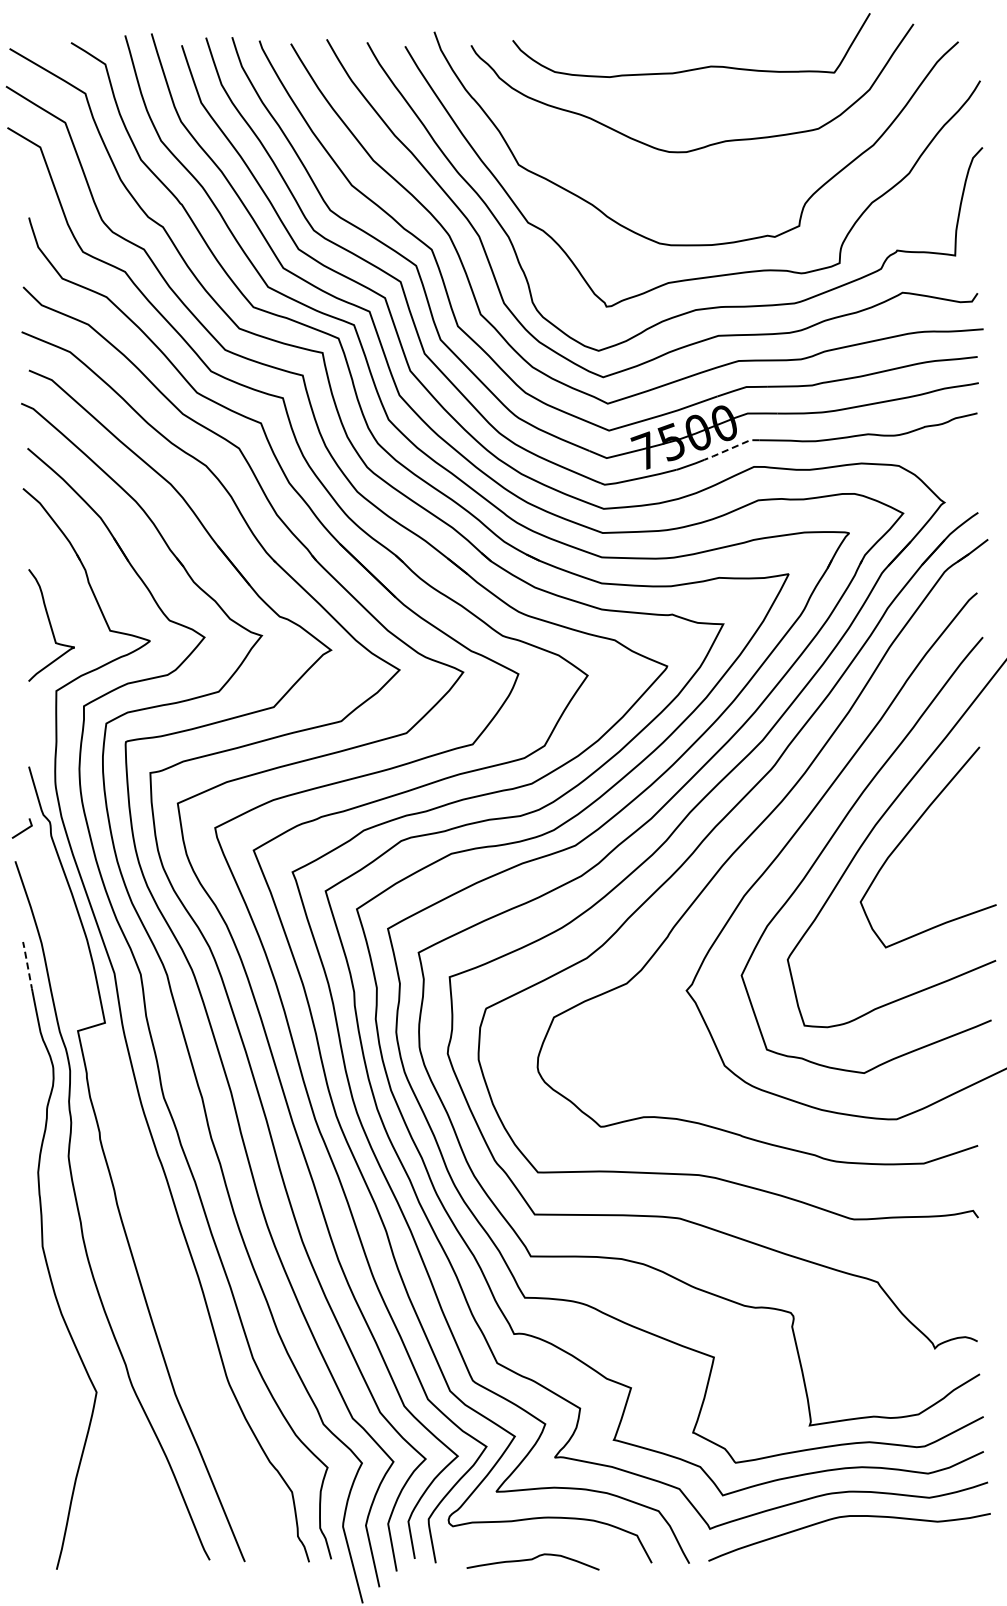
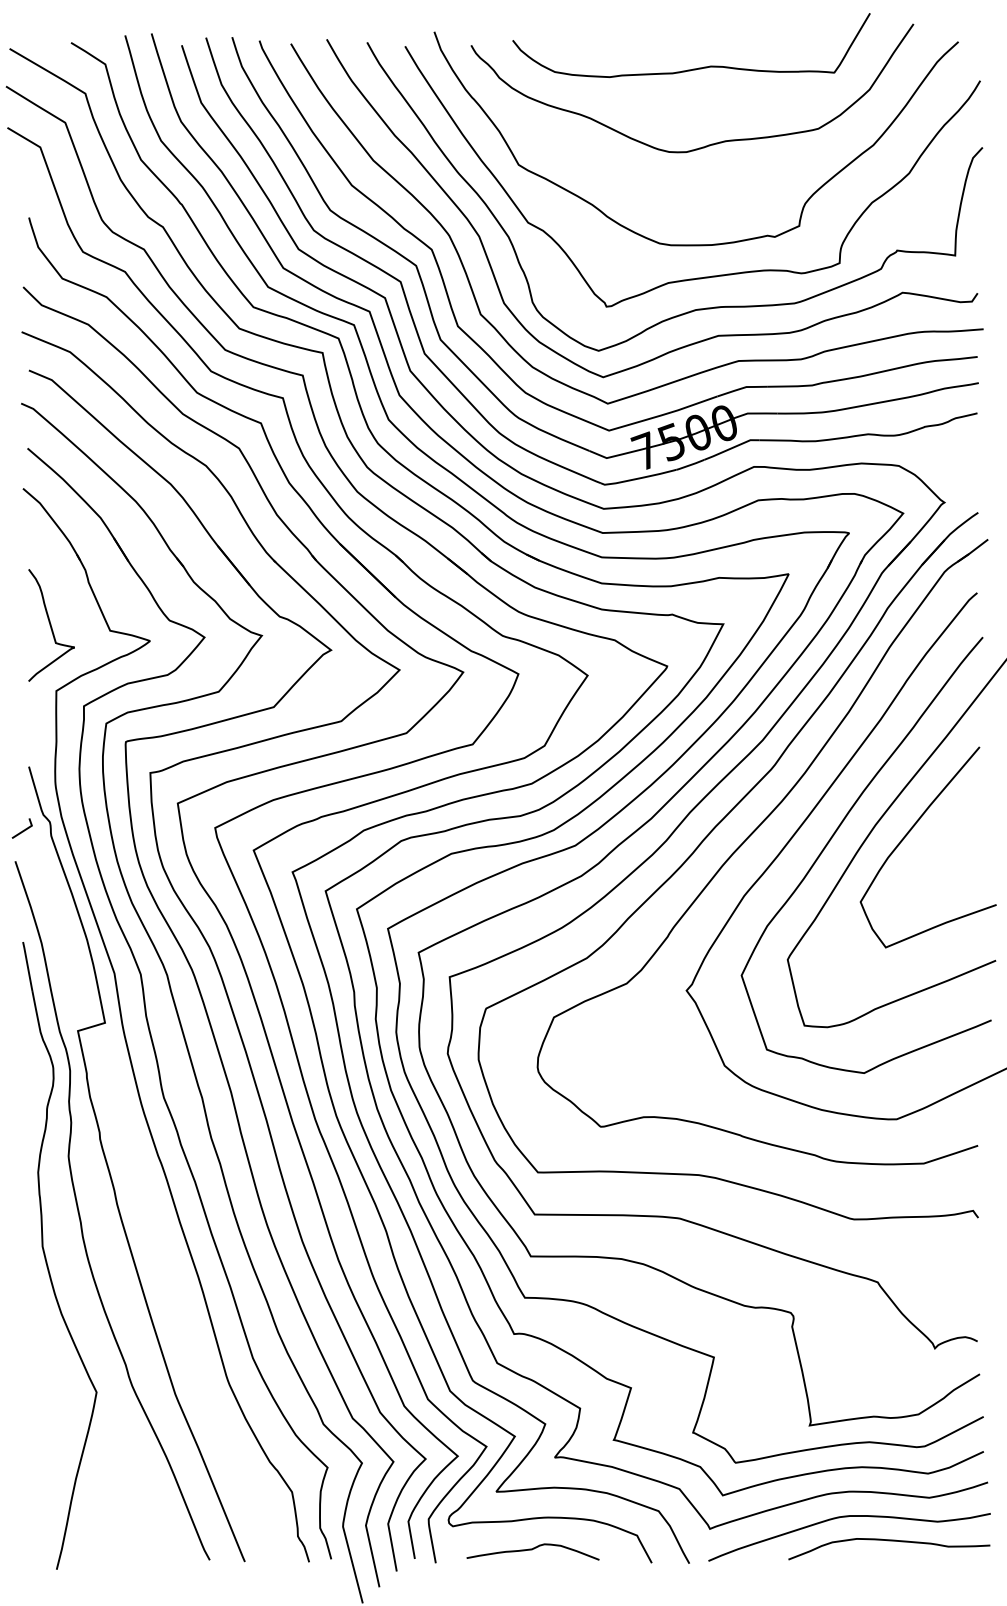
line at (731, 448): dashed -> solid
line at (27, 966): dashed -> solid
curve at (889, 1541): none -> present
curve at (532, 1560) position: (532, 1560) -> (532, 1550)
